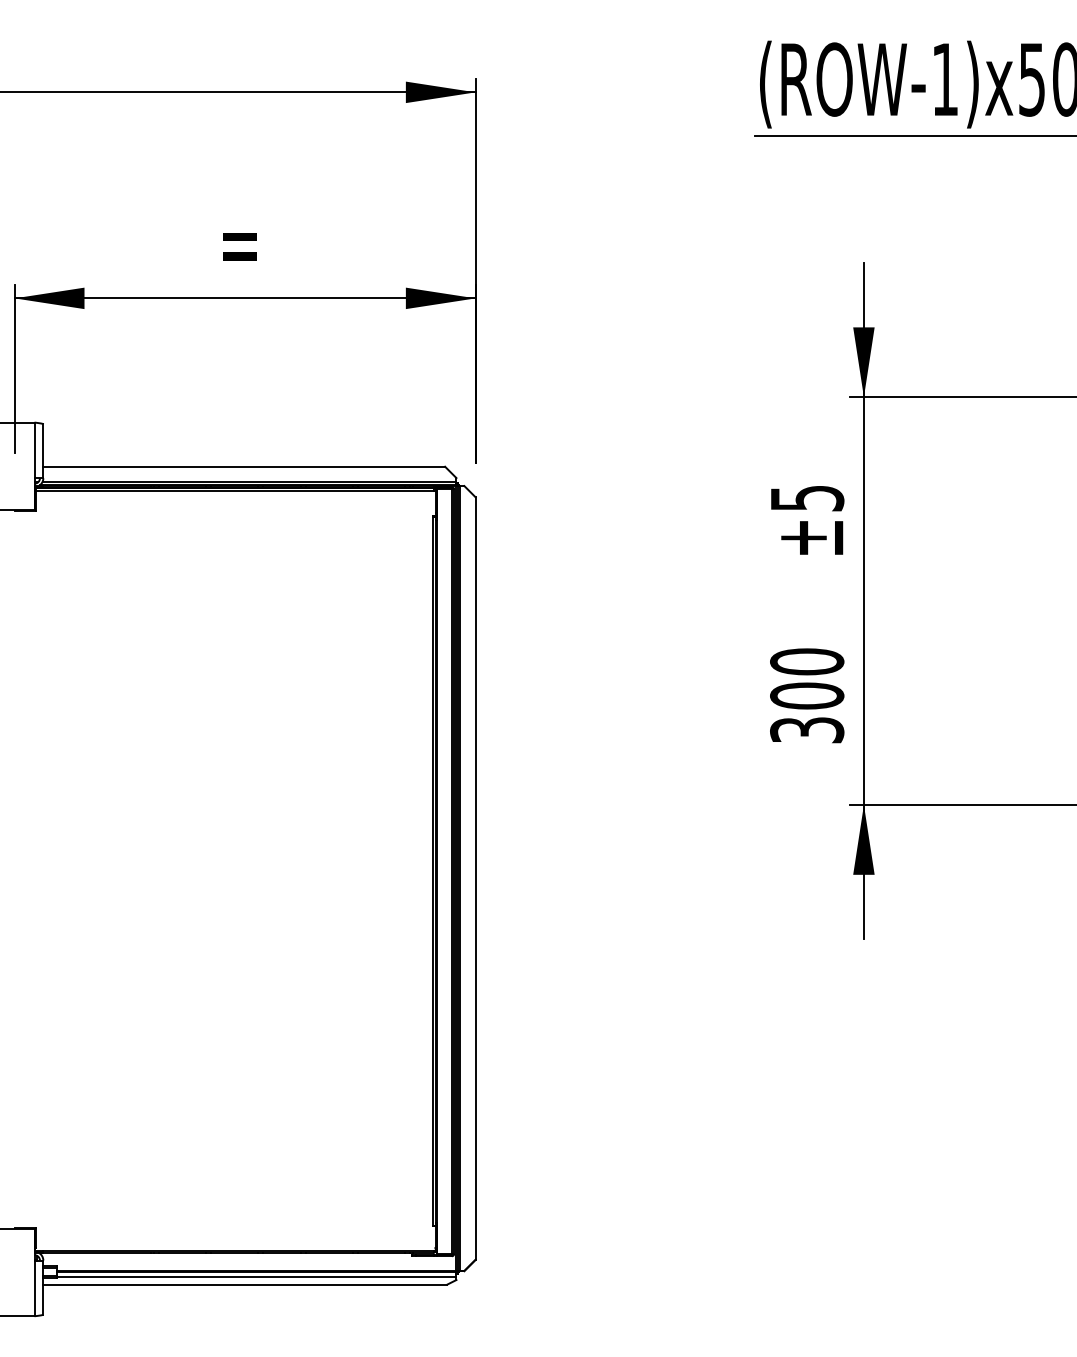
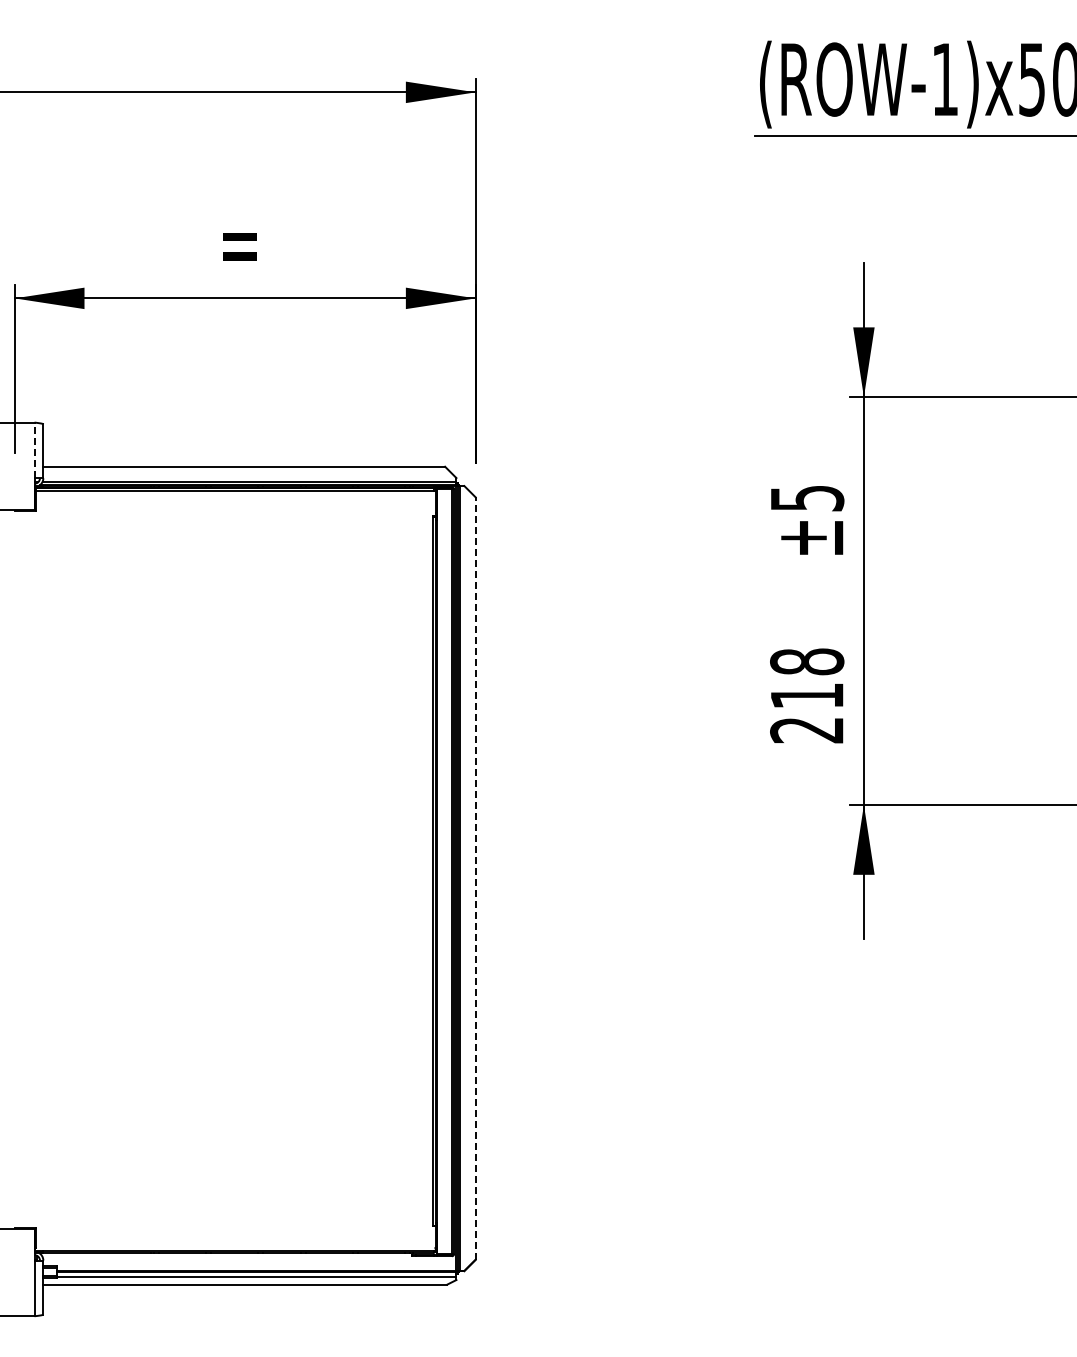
line at (34, 450): solid -> dashed
text at (807, 695): 300 -> 218
line at (475, 878): solid -> dashed
